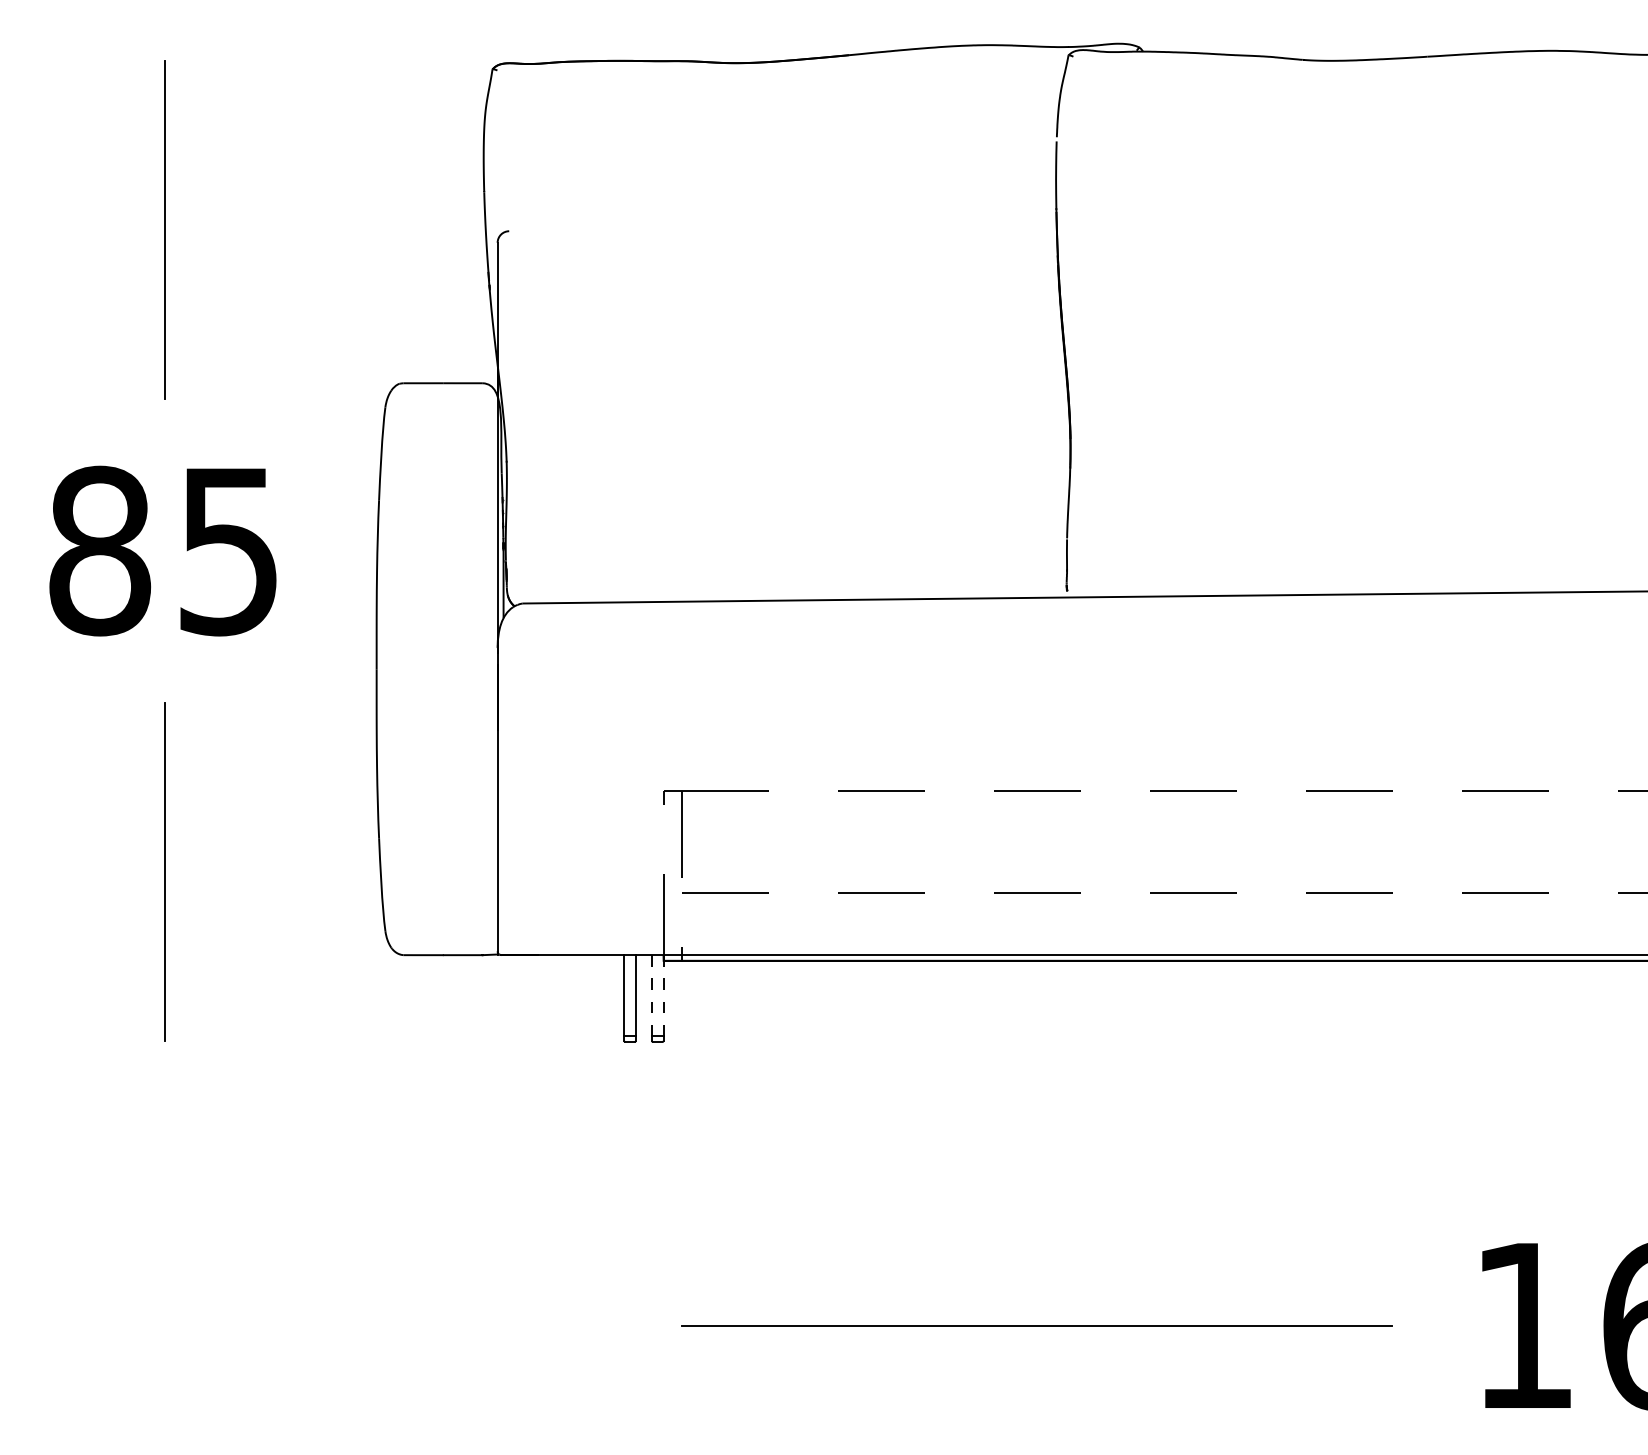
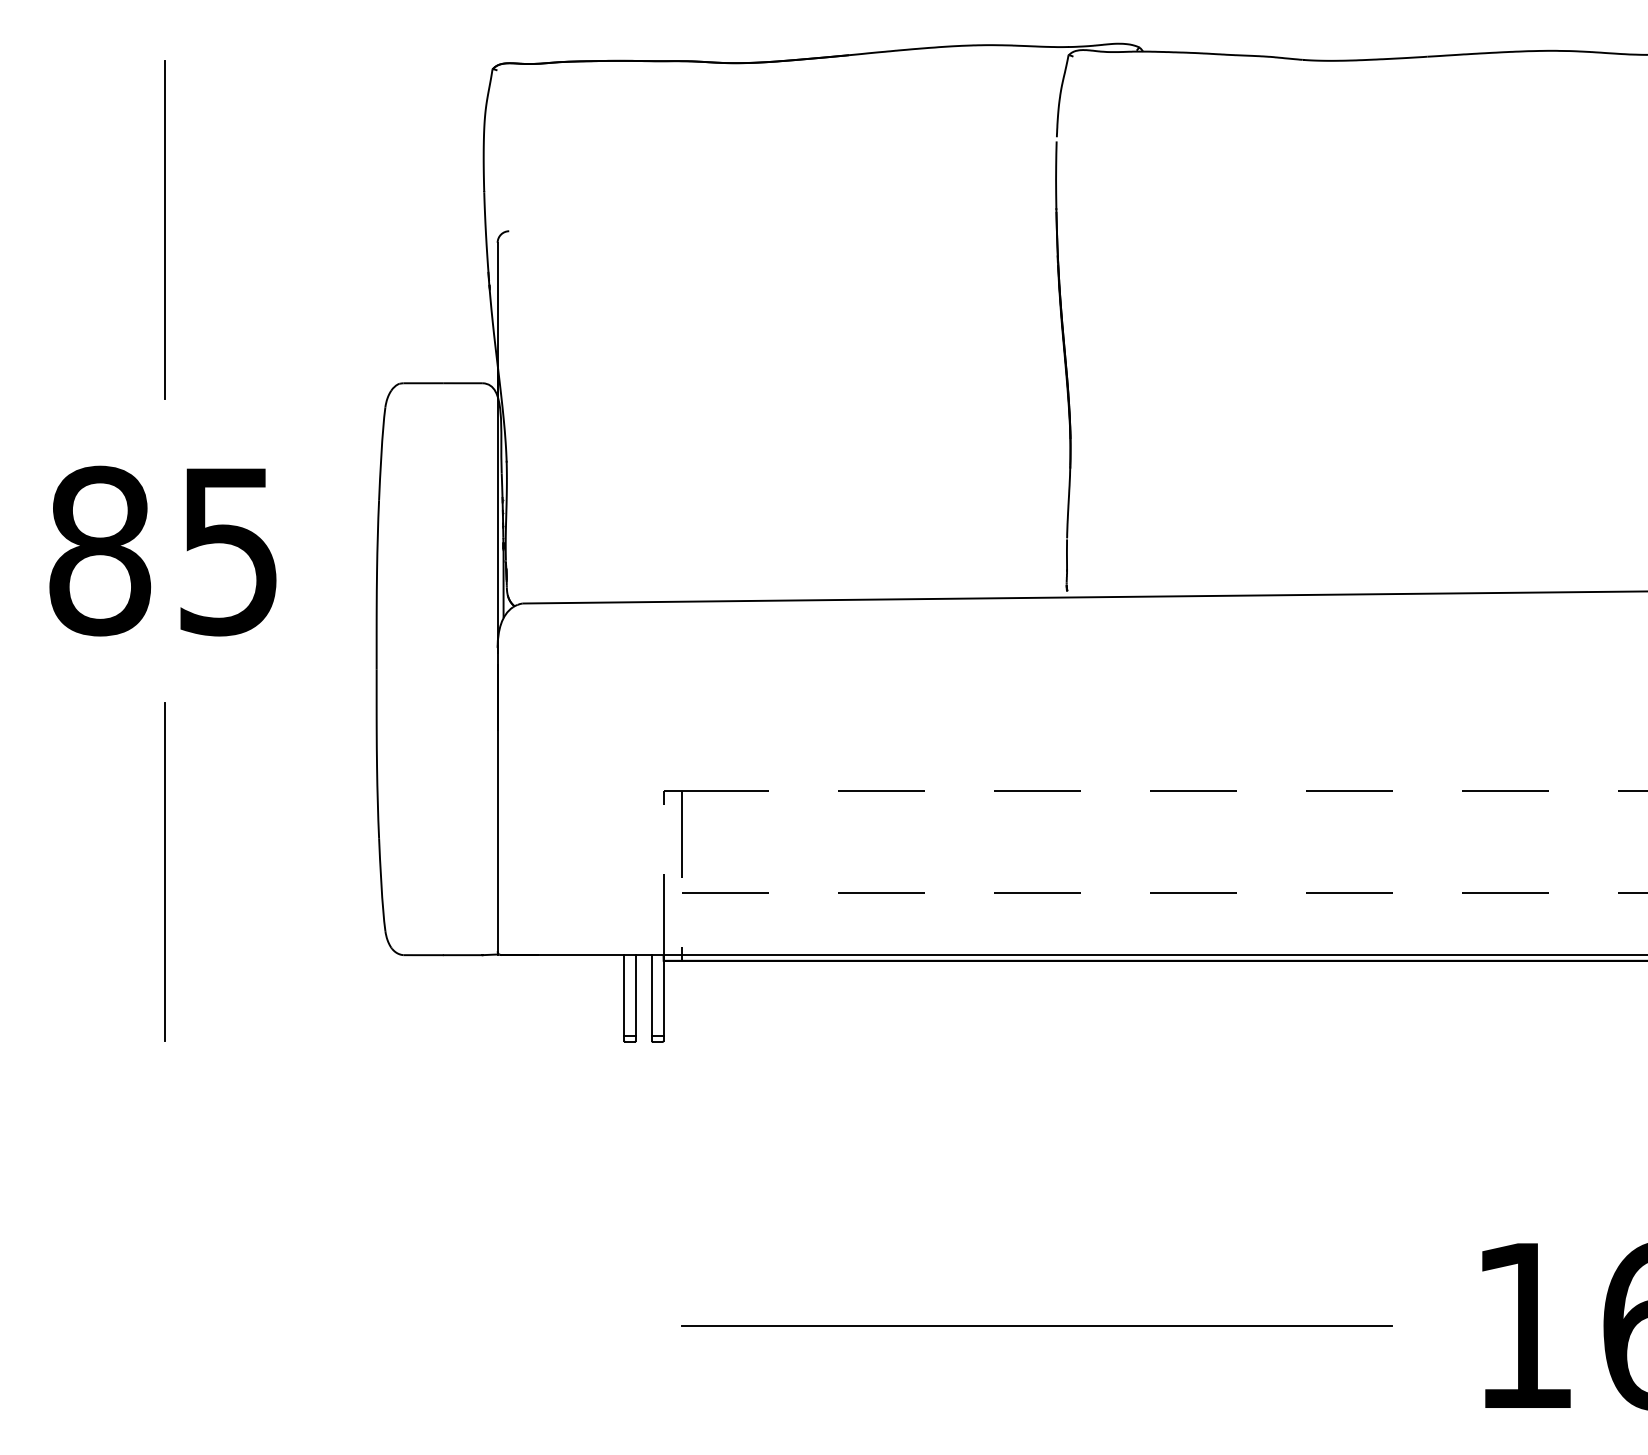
line at (651, 995): dashed -> solid
line at (663, 995): dashed -> solid
